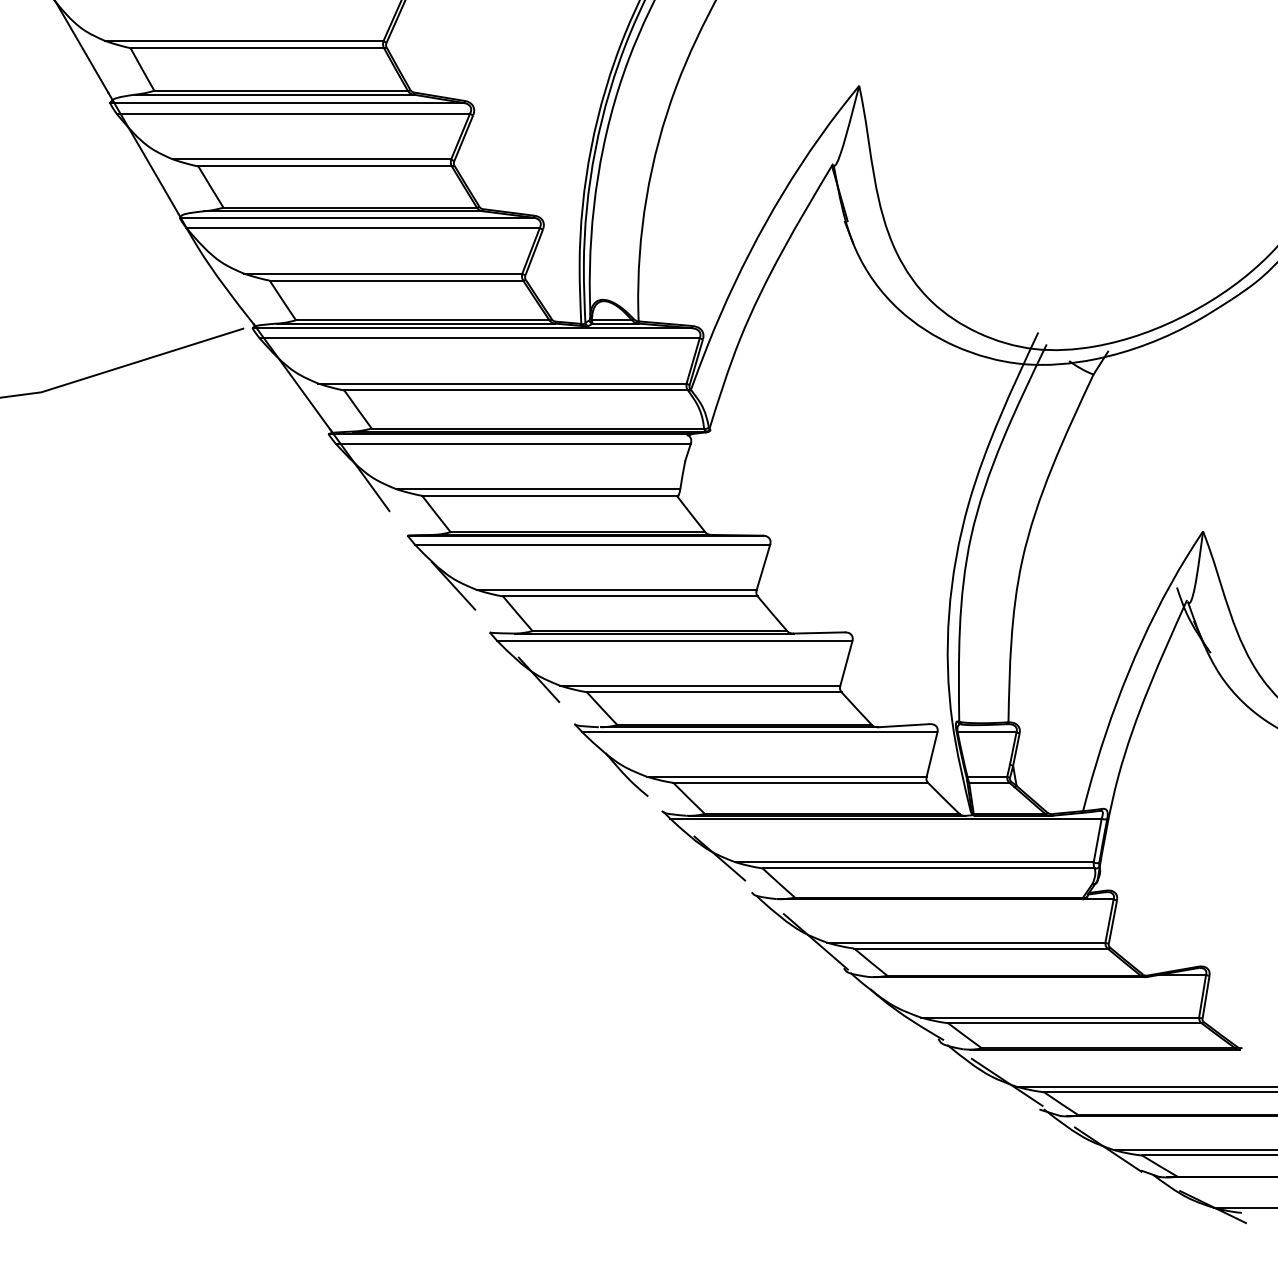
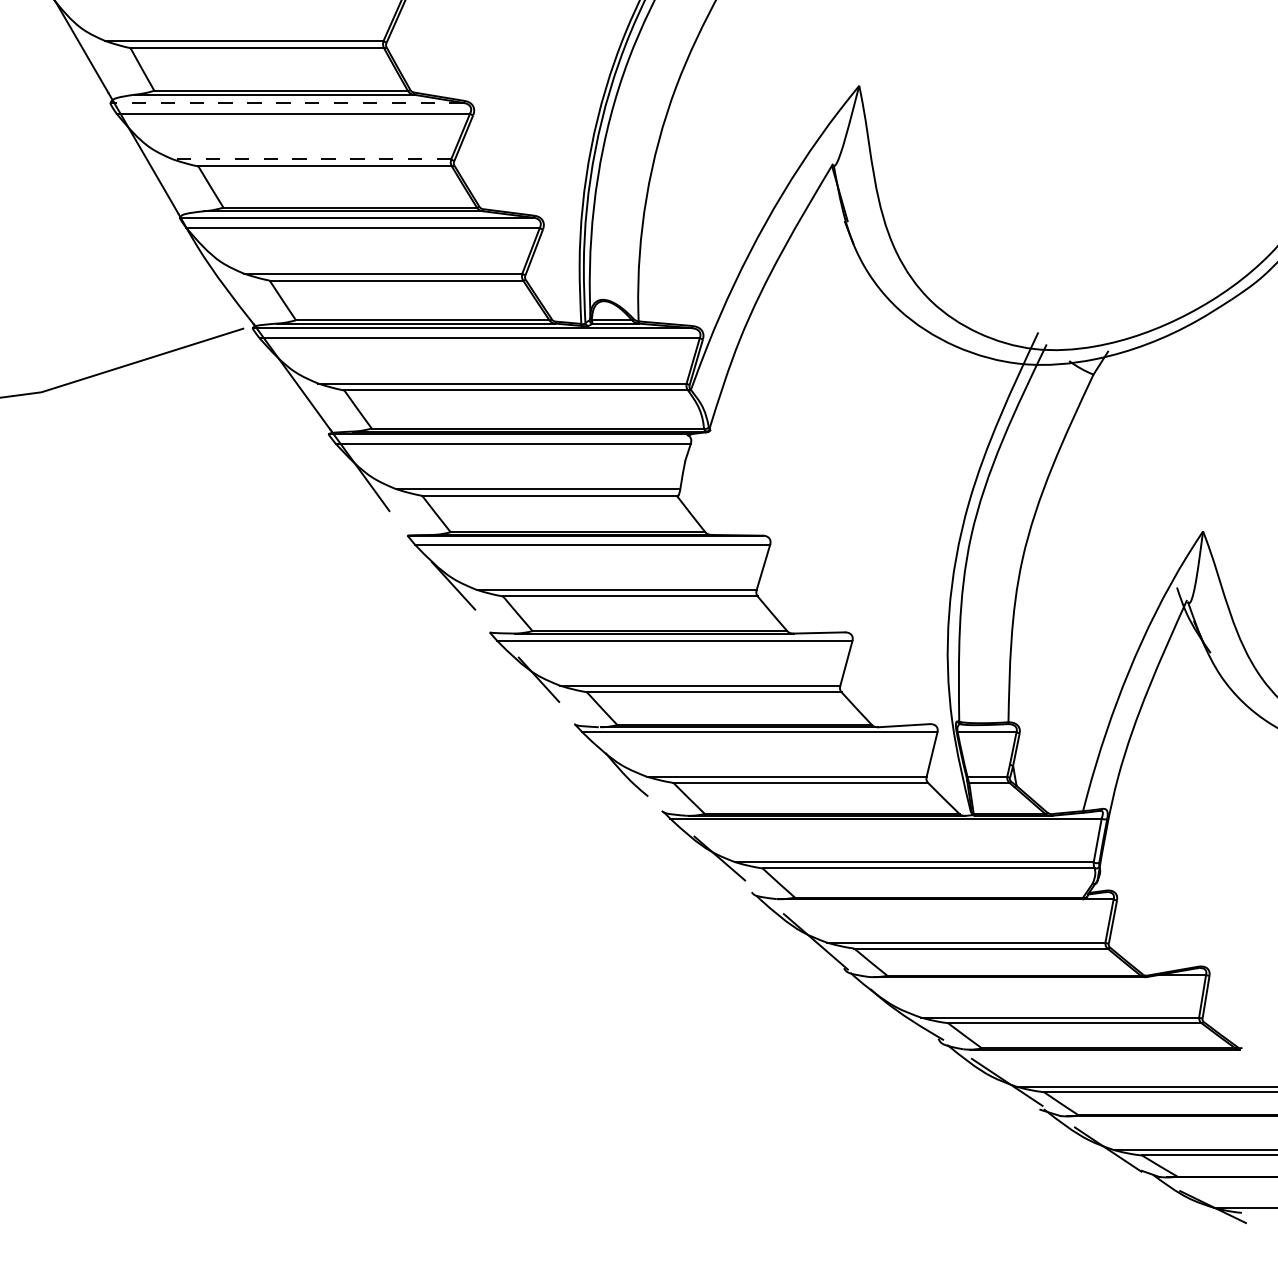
line at (287, 103): solid -> dashed
line at (311, 159): solid -> dashed
